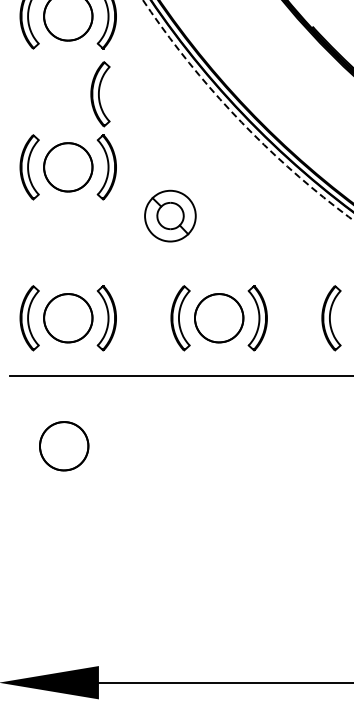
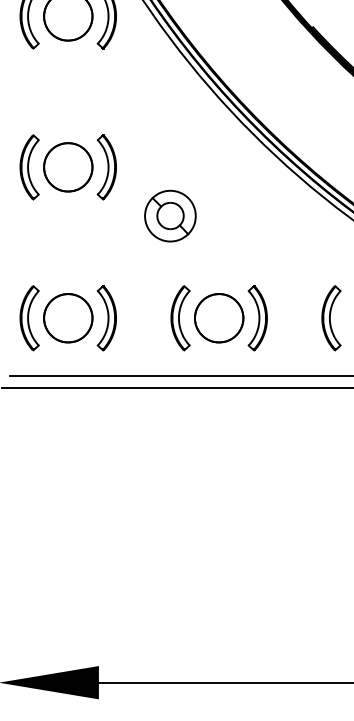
part at (100, 94): present -> none
arc at (239, 120): dashed -> solid
line at (176, 387): none -> present
part at (64, 446): present -> none
